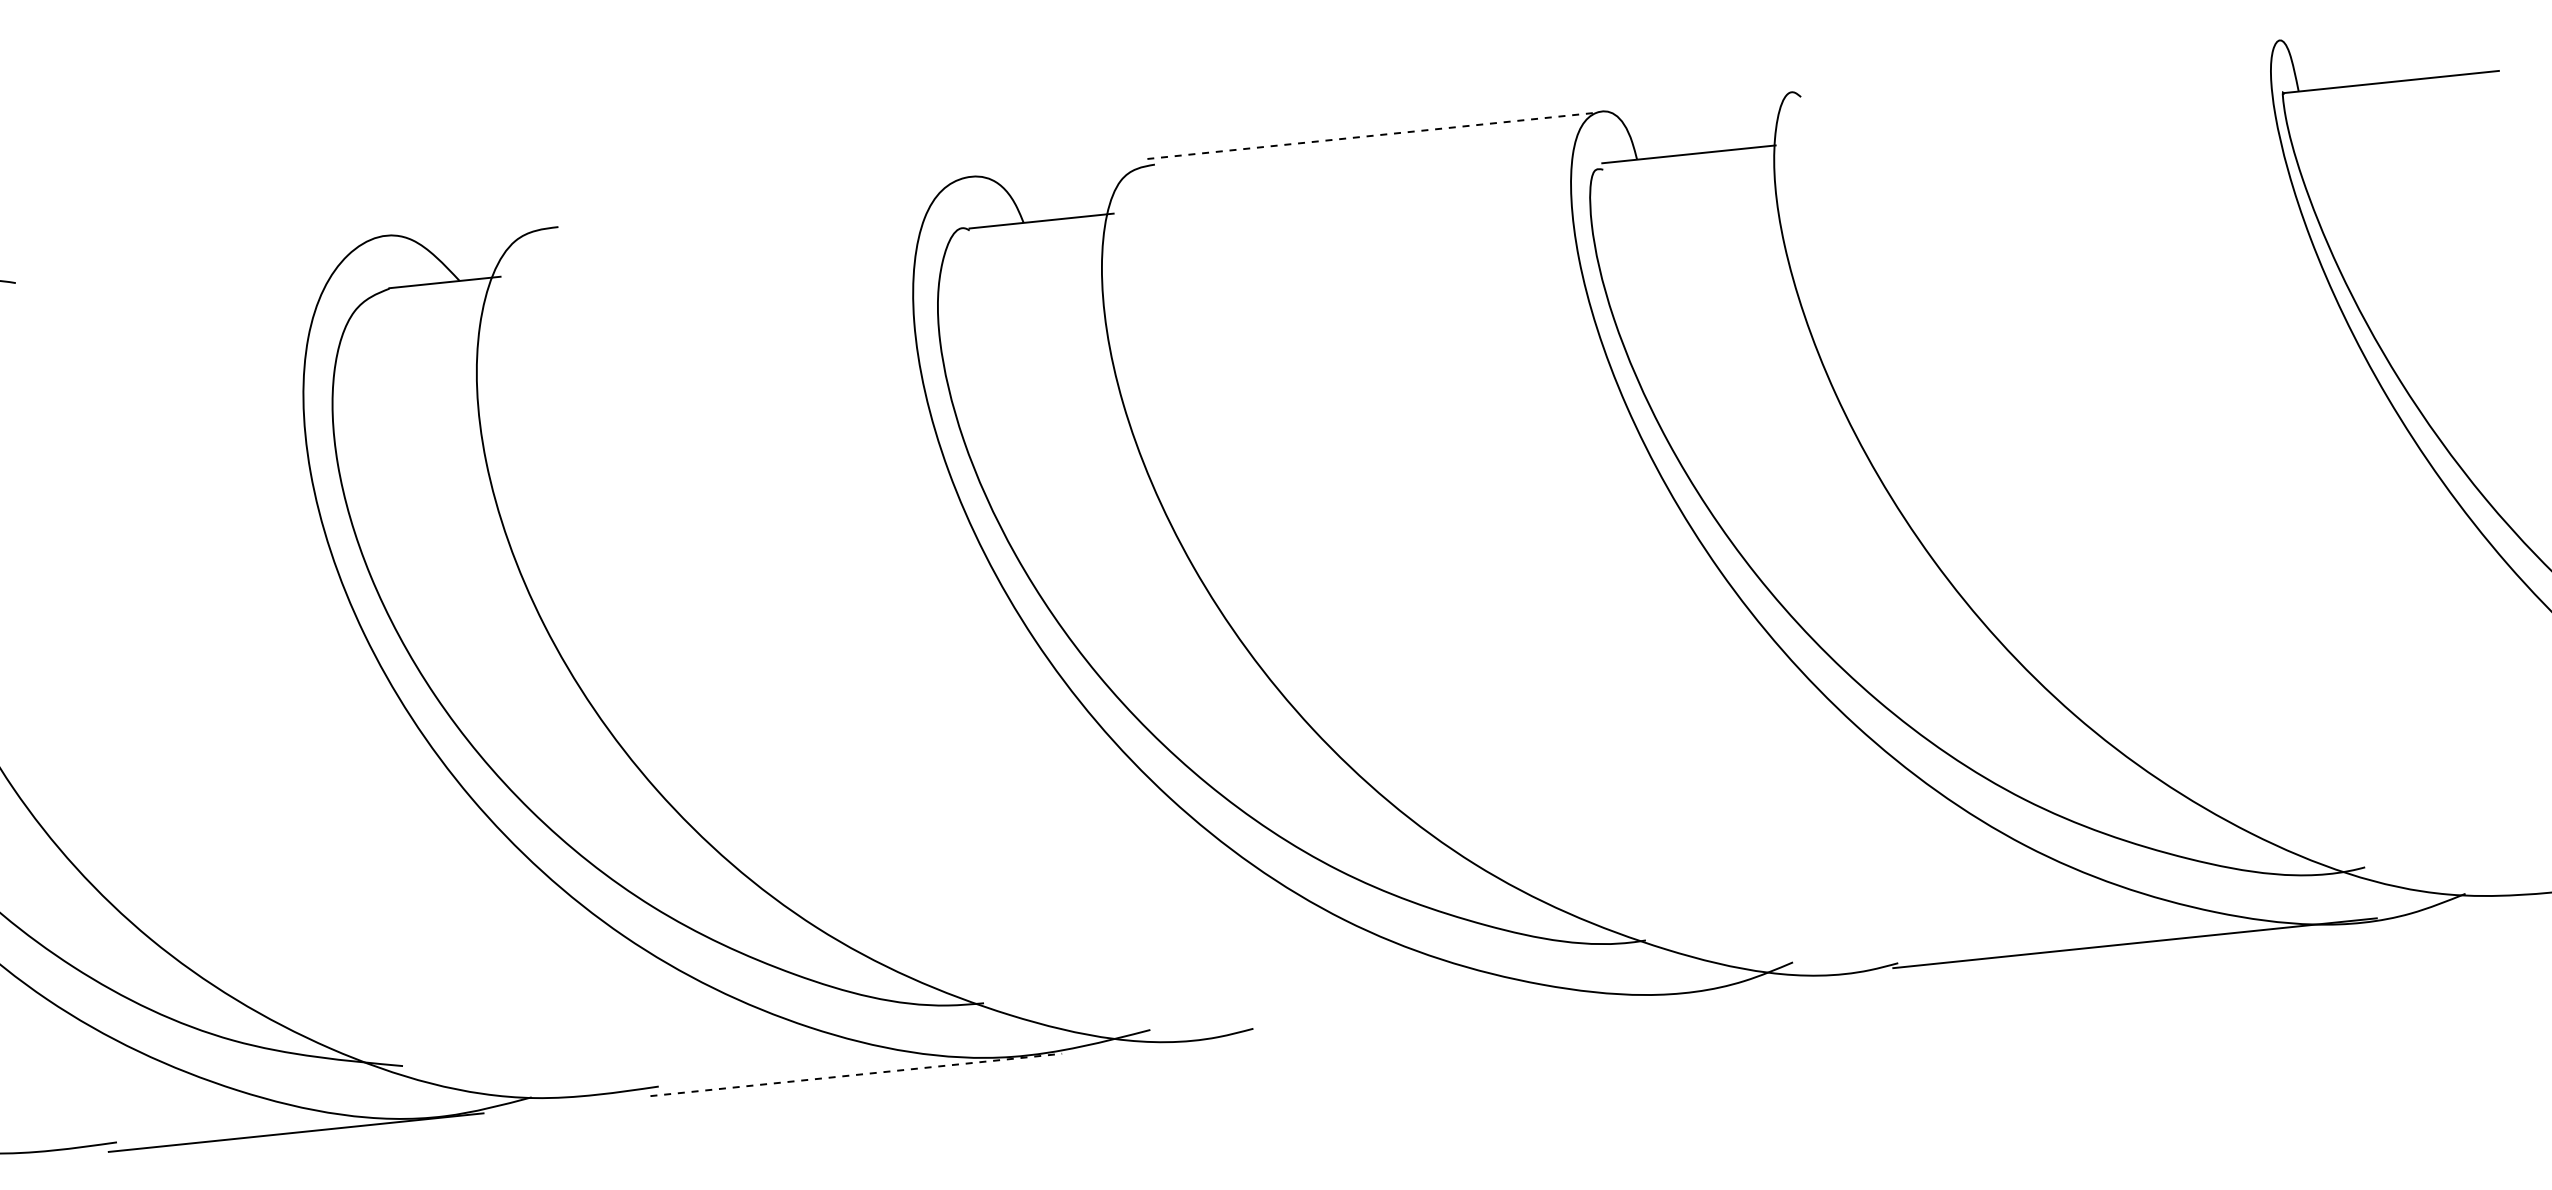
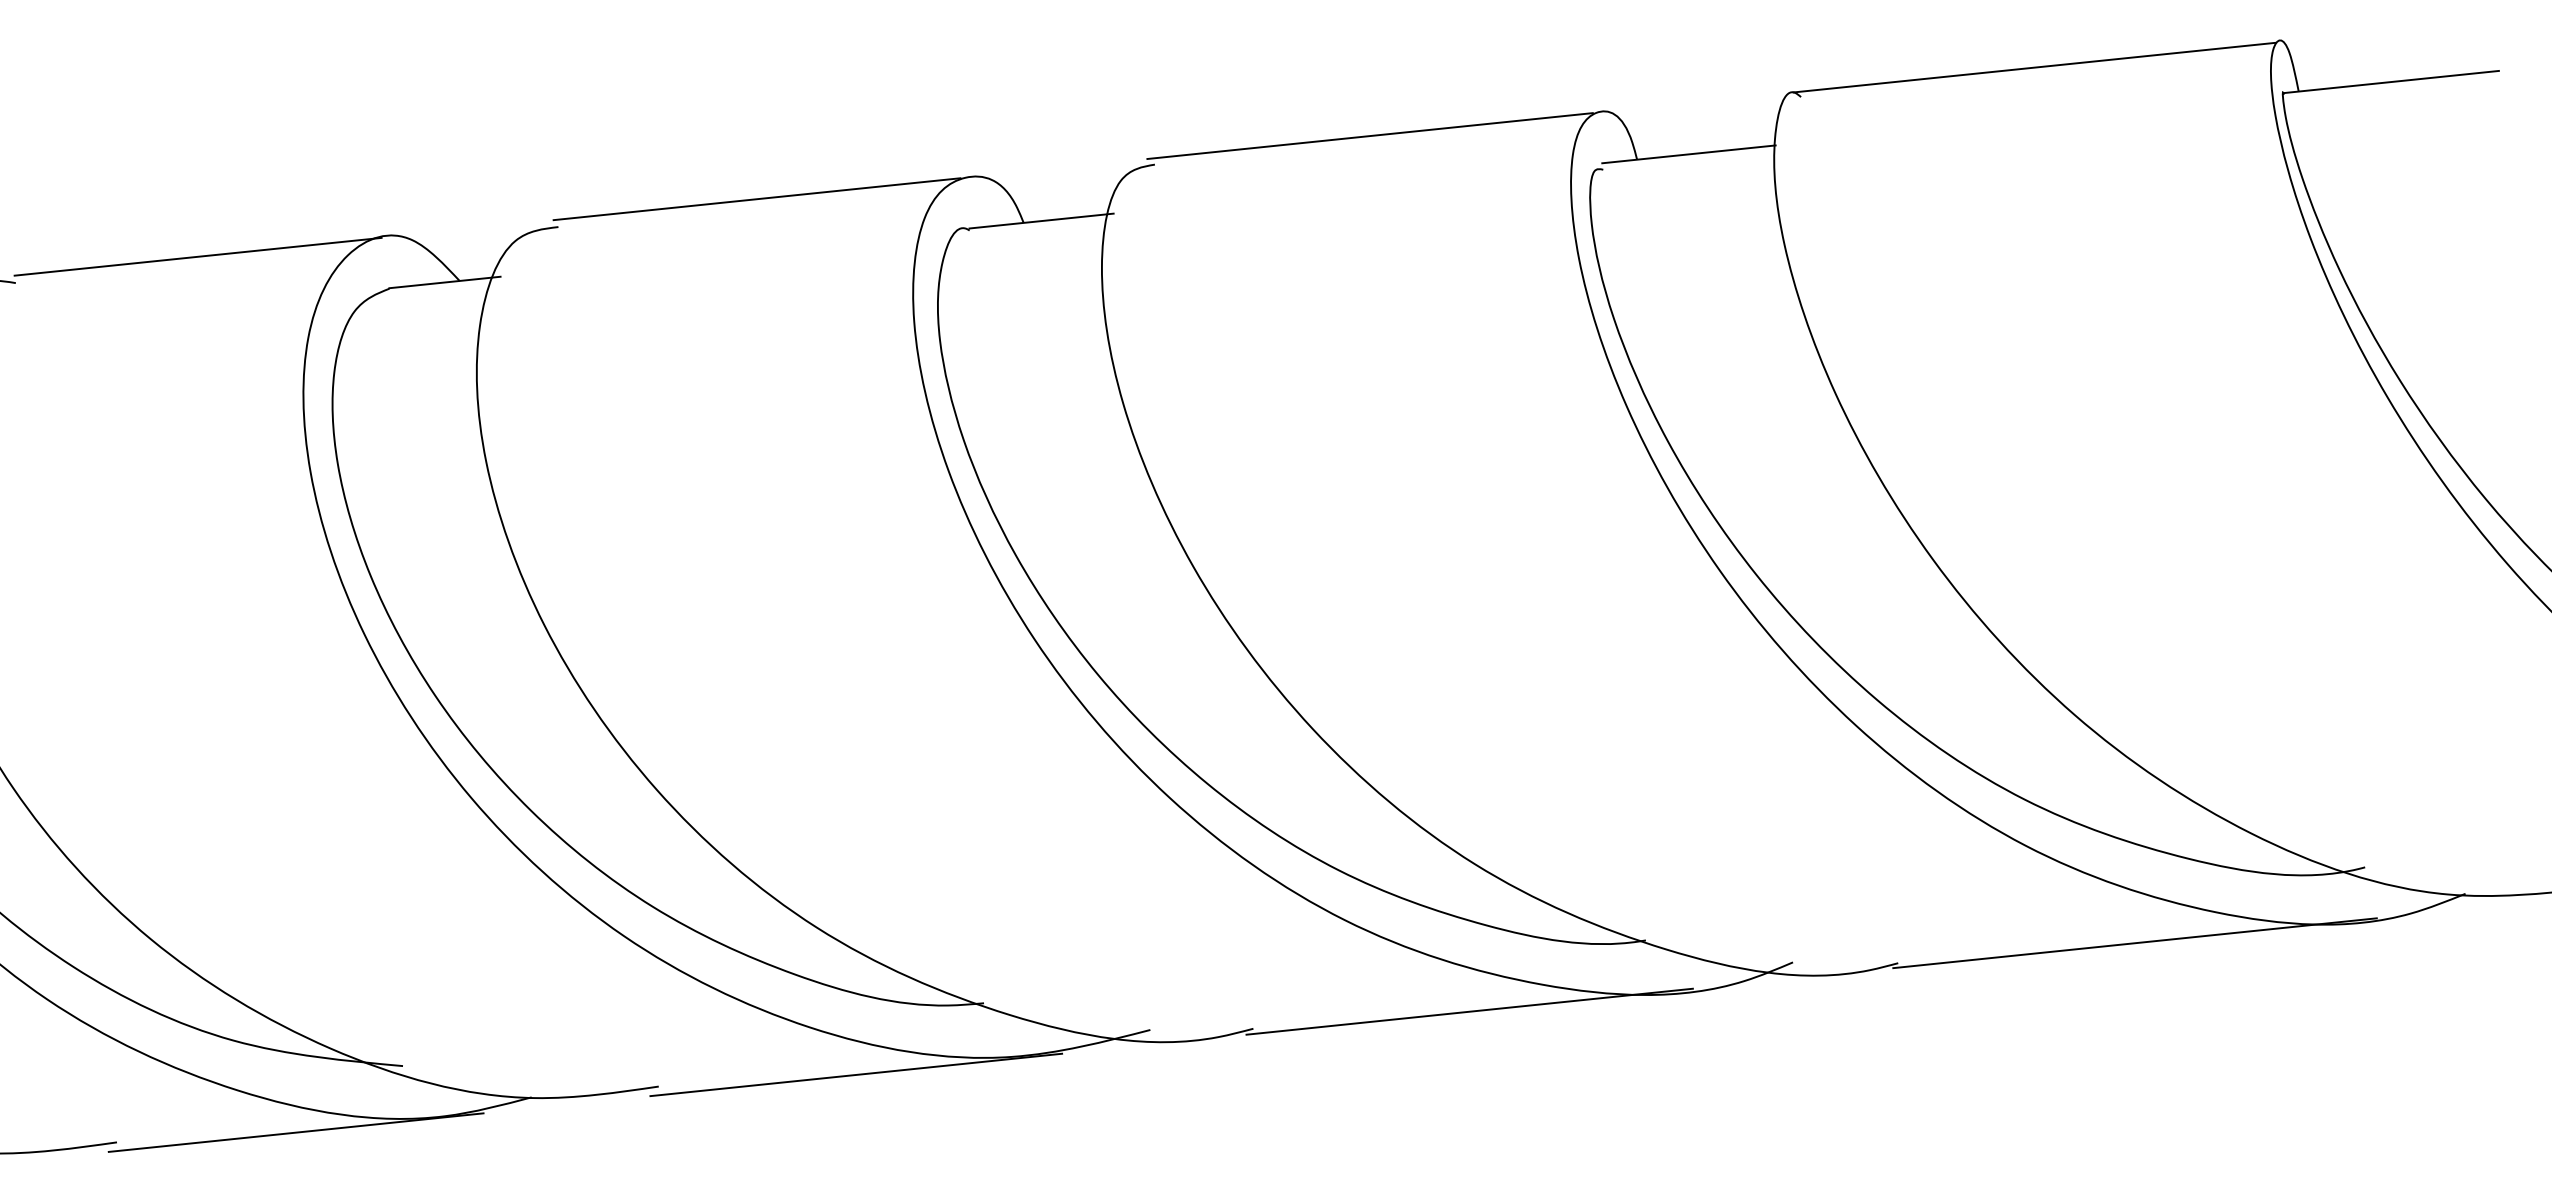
line at (2034, 67): none -> present
line at (1370, 136): dashed -> solid
line at (756, 199): none -> present
line at (197, 256): none -> present
line at (1469, 1011): none -> present
line at (856, 1074): dashed -> solid
